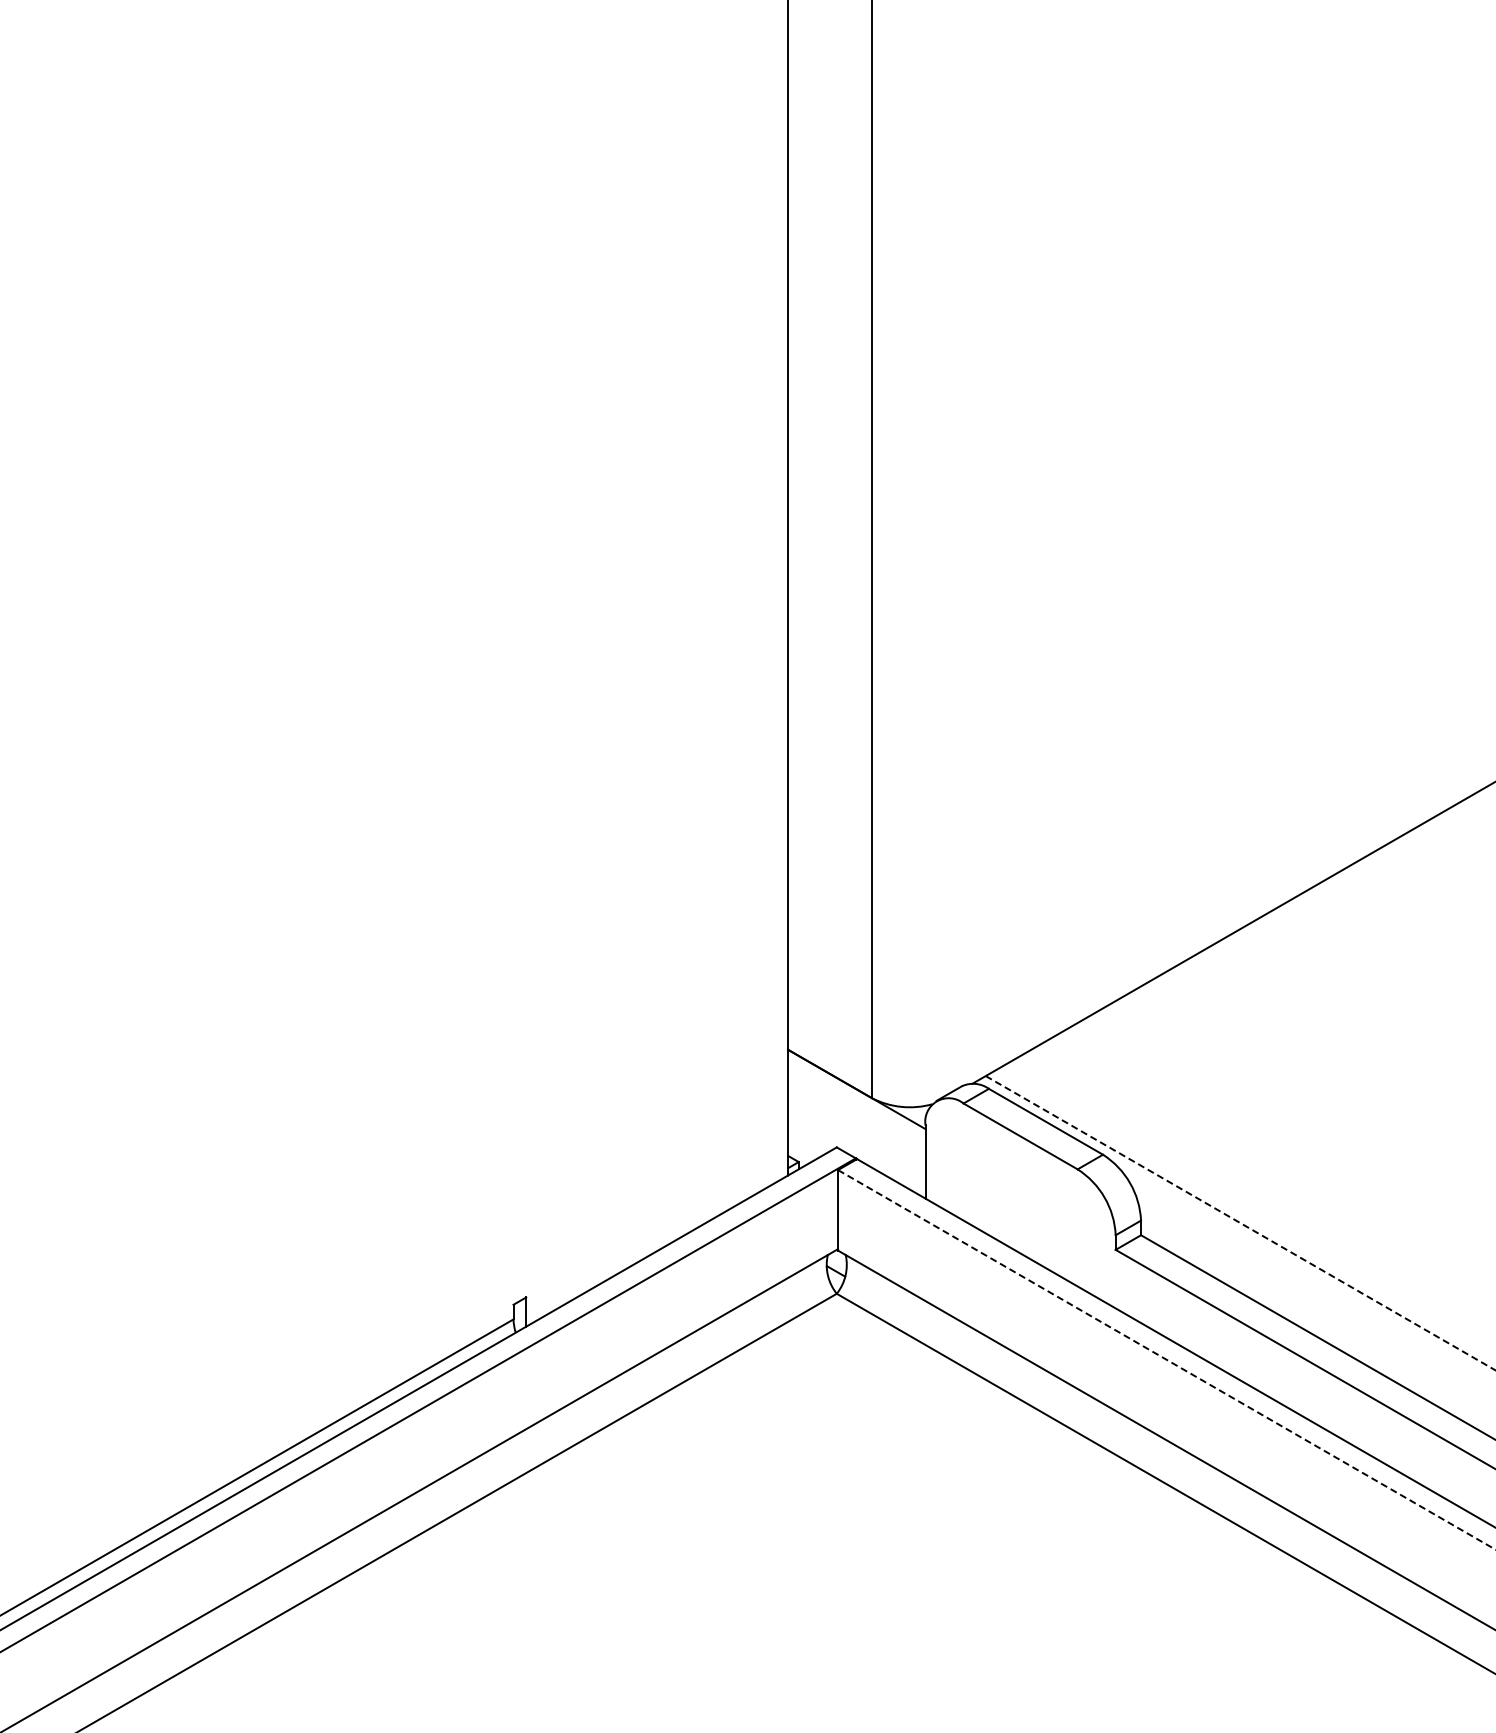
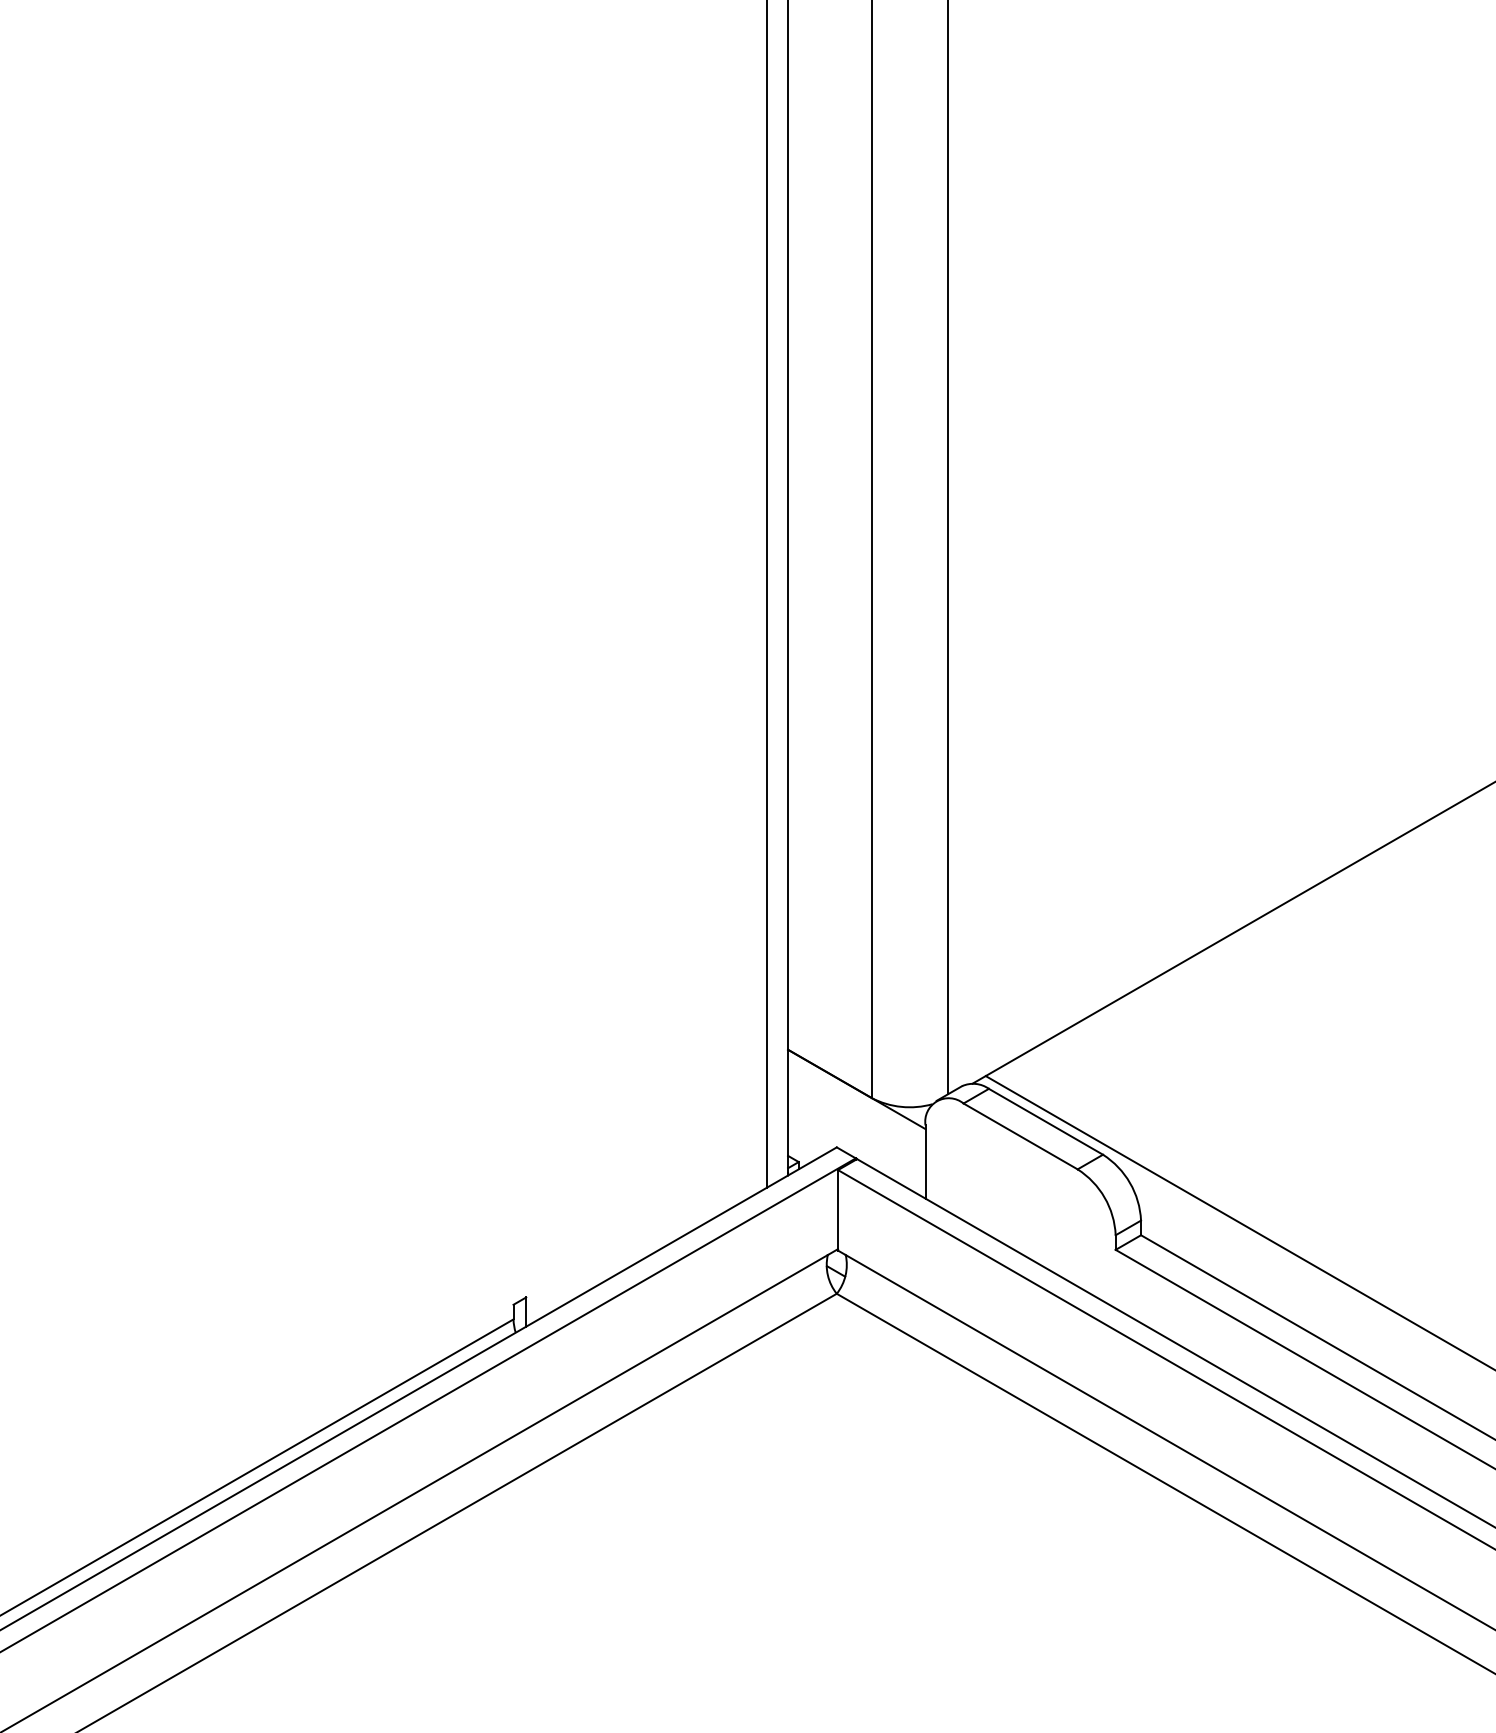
line at (947, 548): none -> present
line at (767, 594): none -> present
line at (1241, 1223): dashed -> solid
line at (1167, 1360): dashed -> solid
